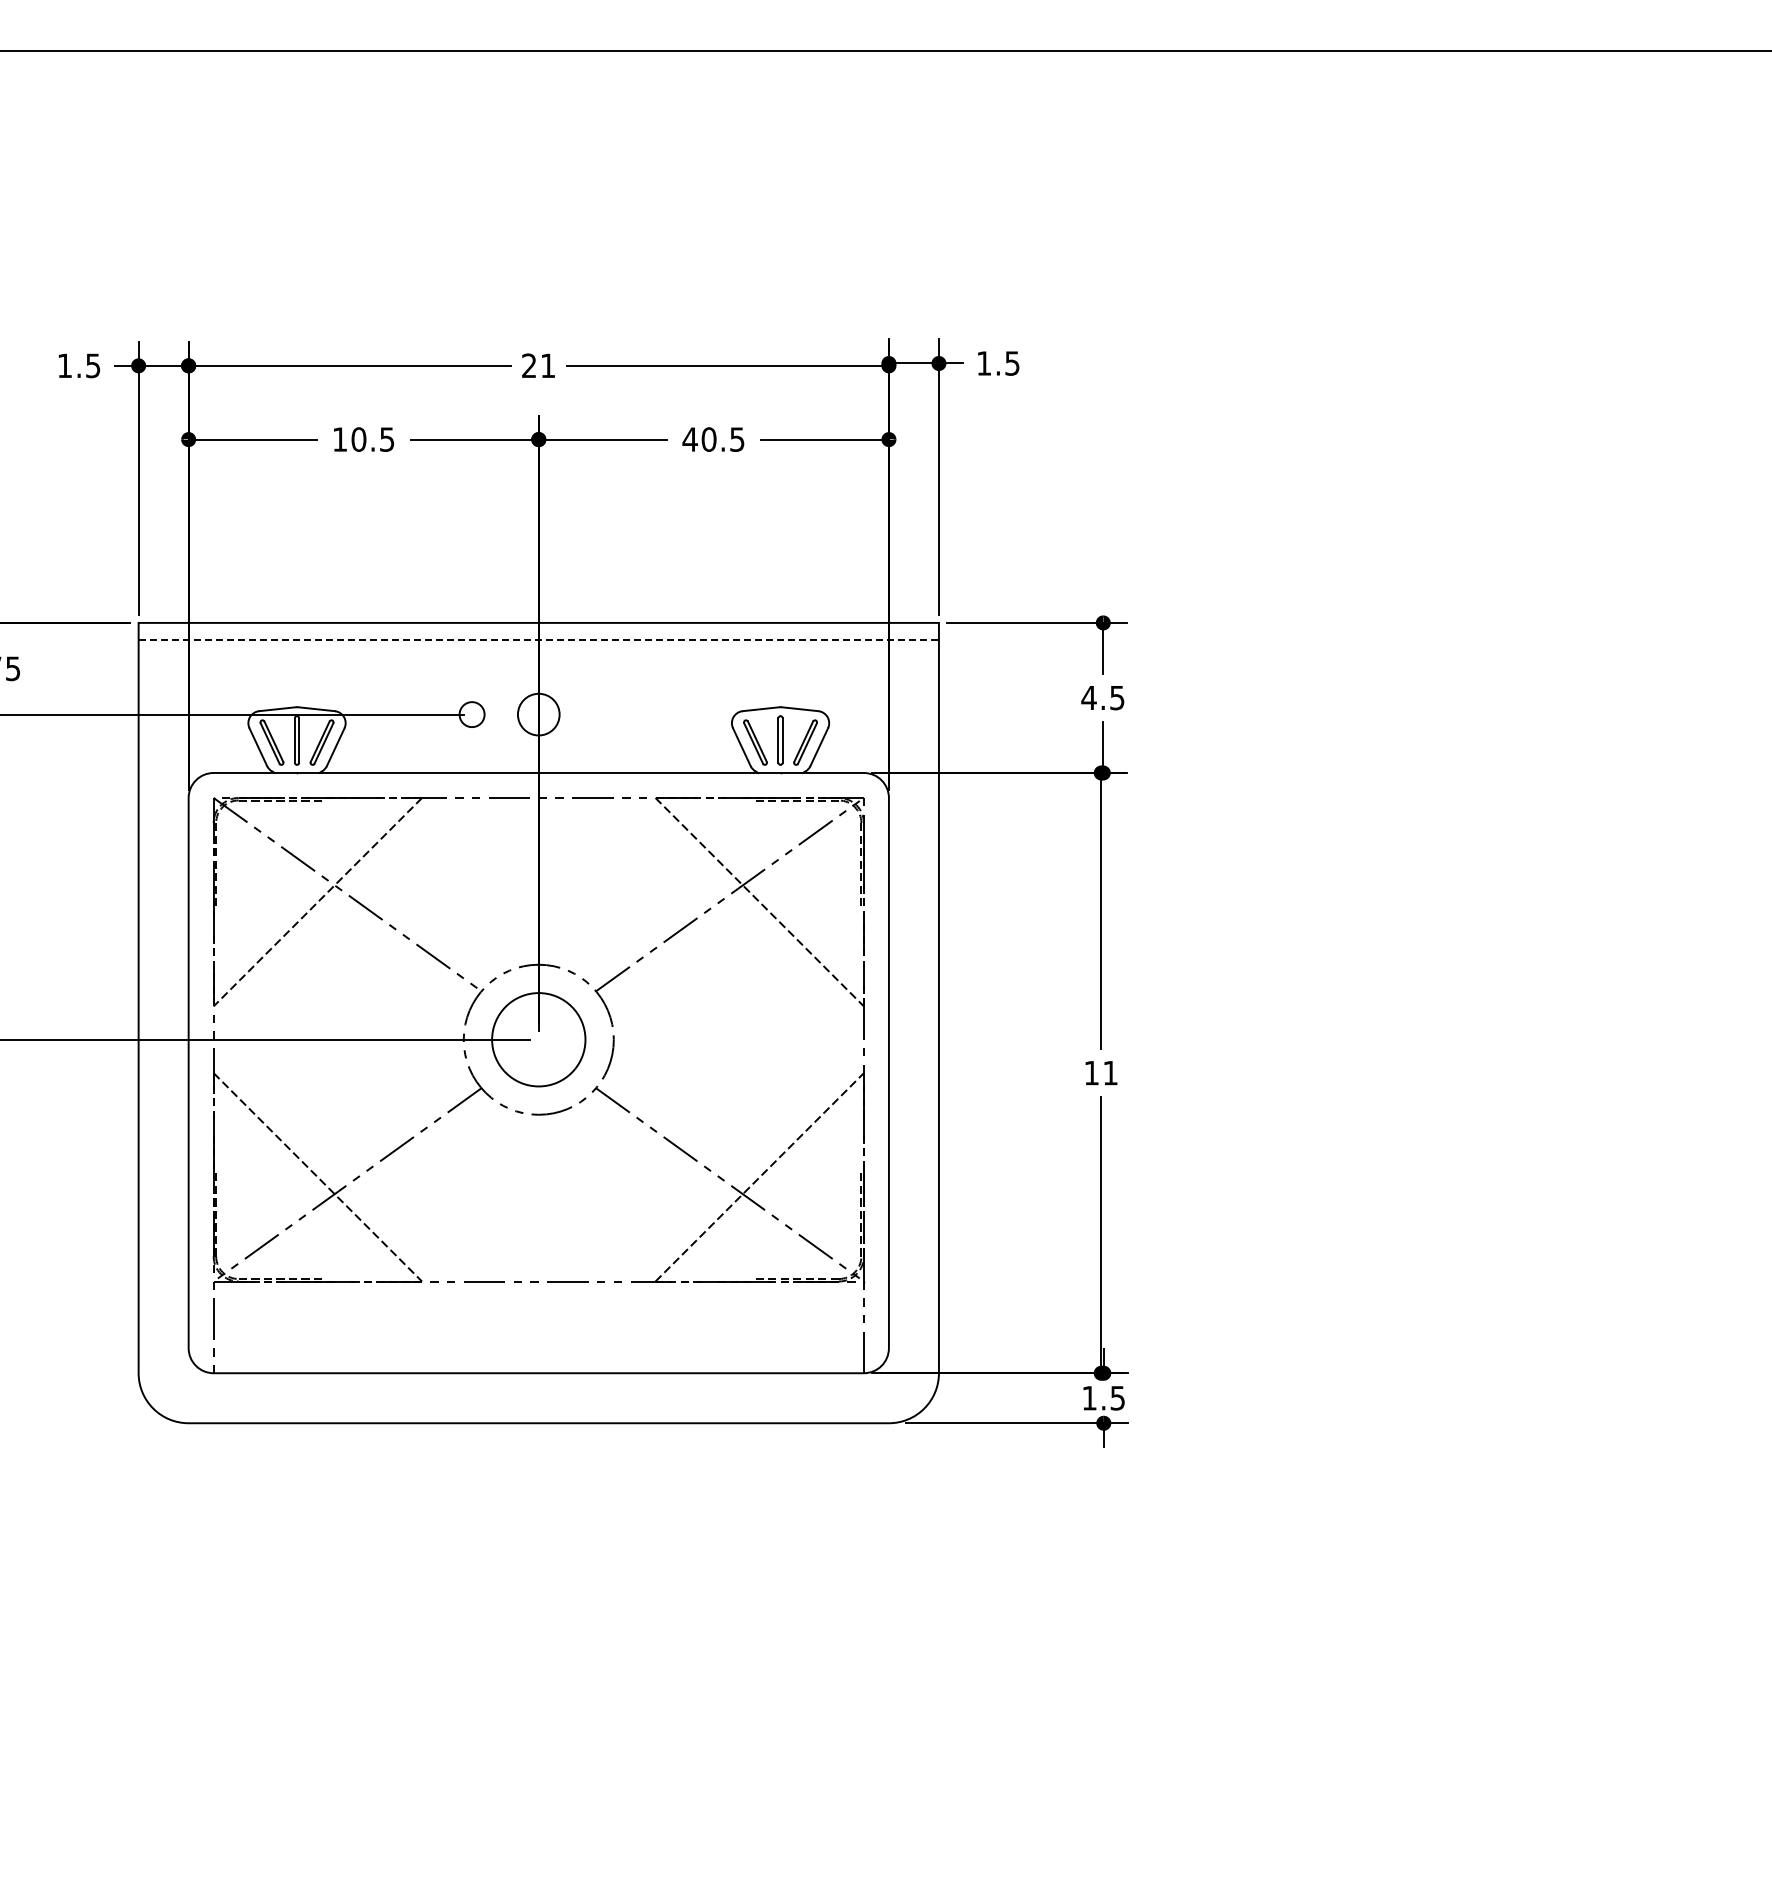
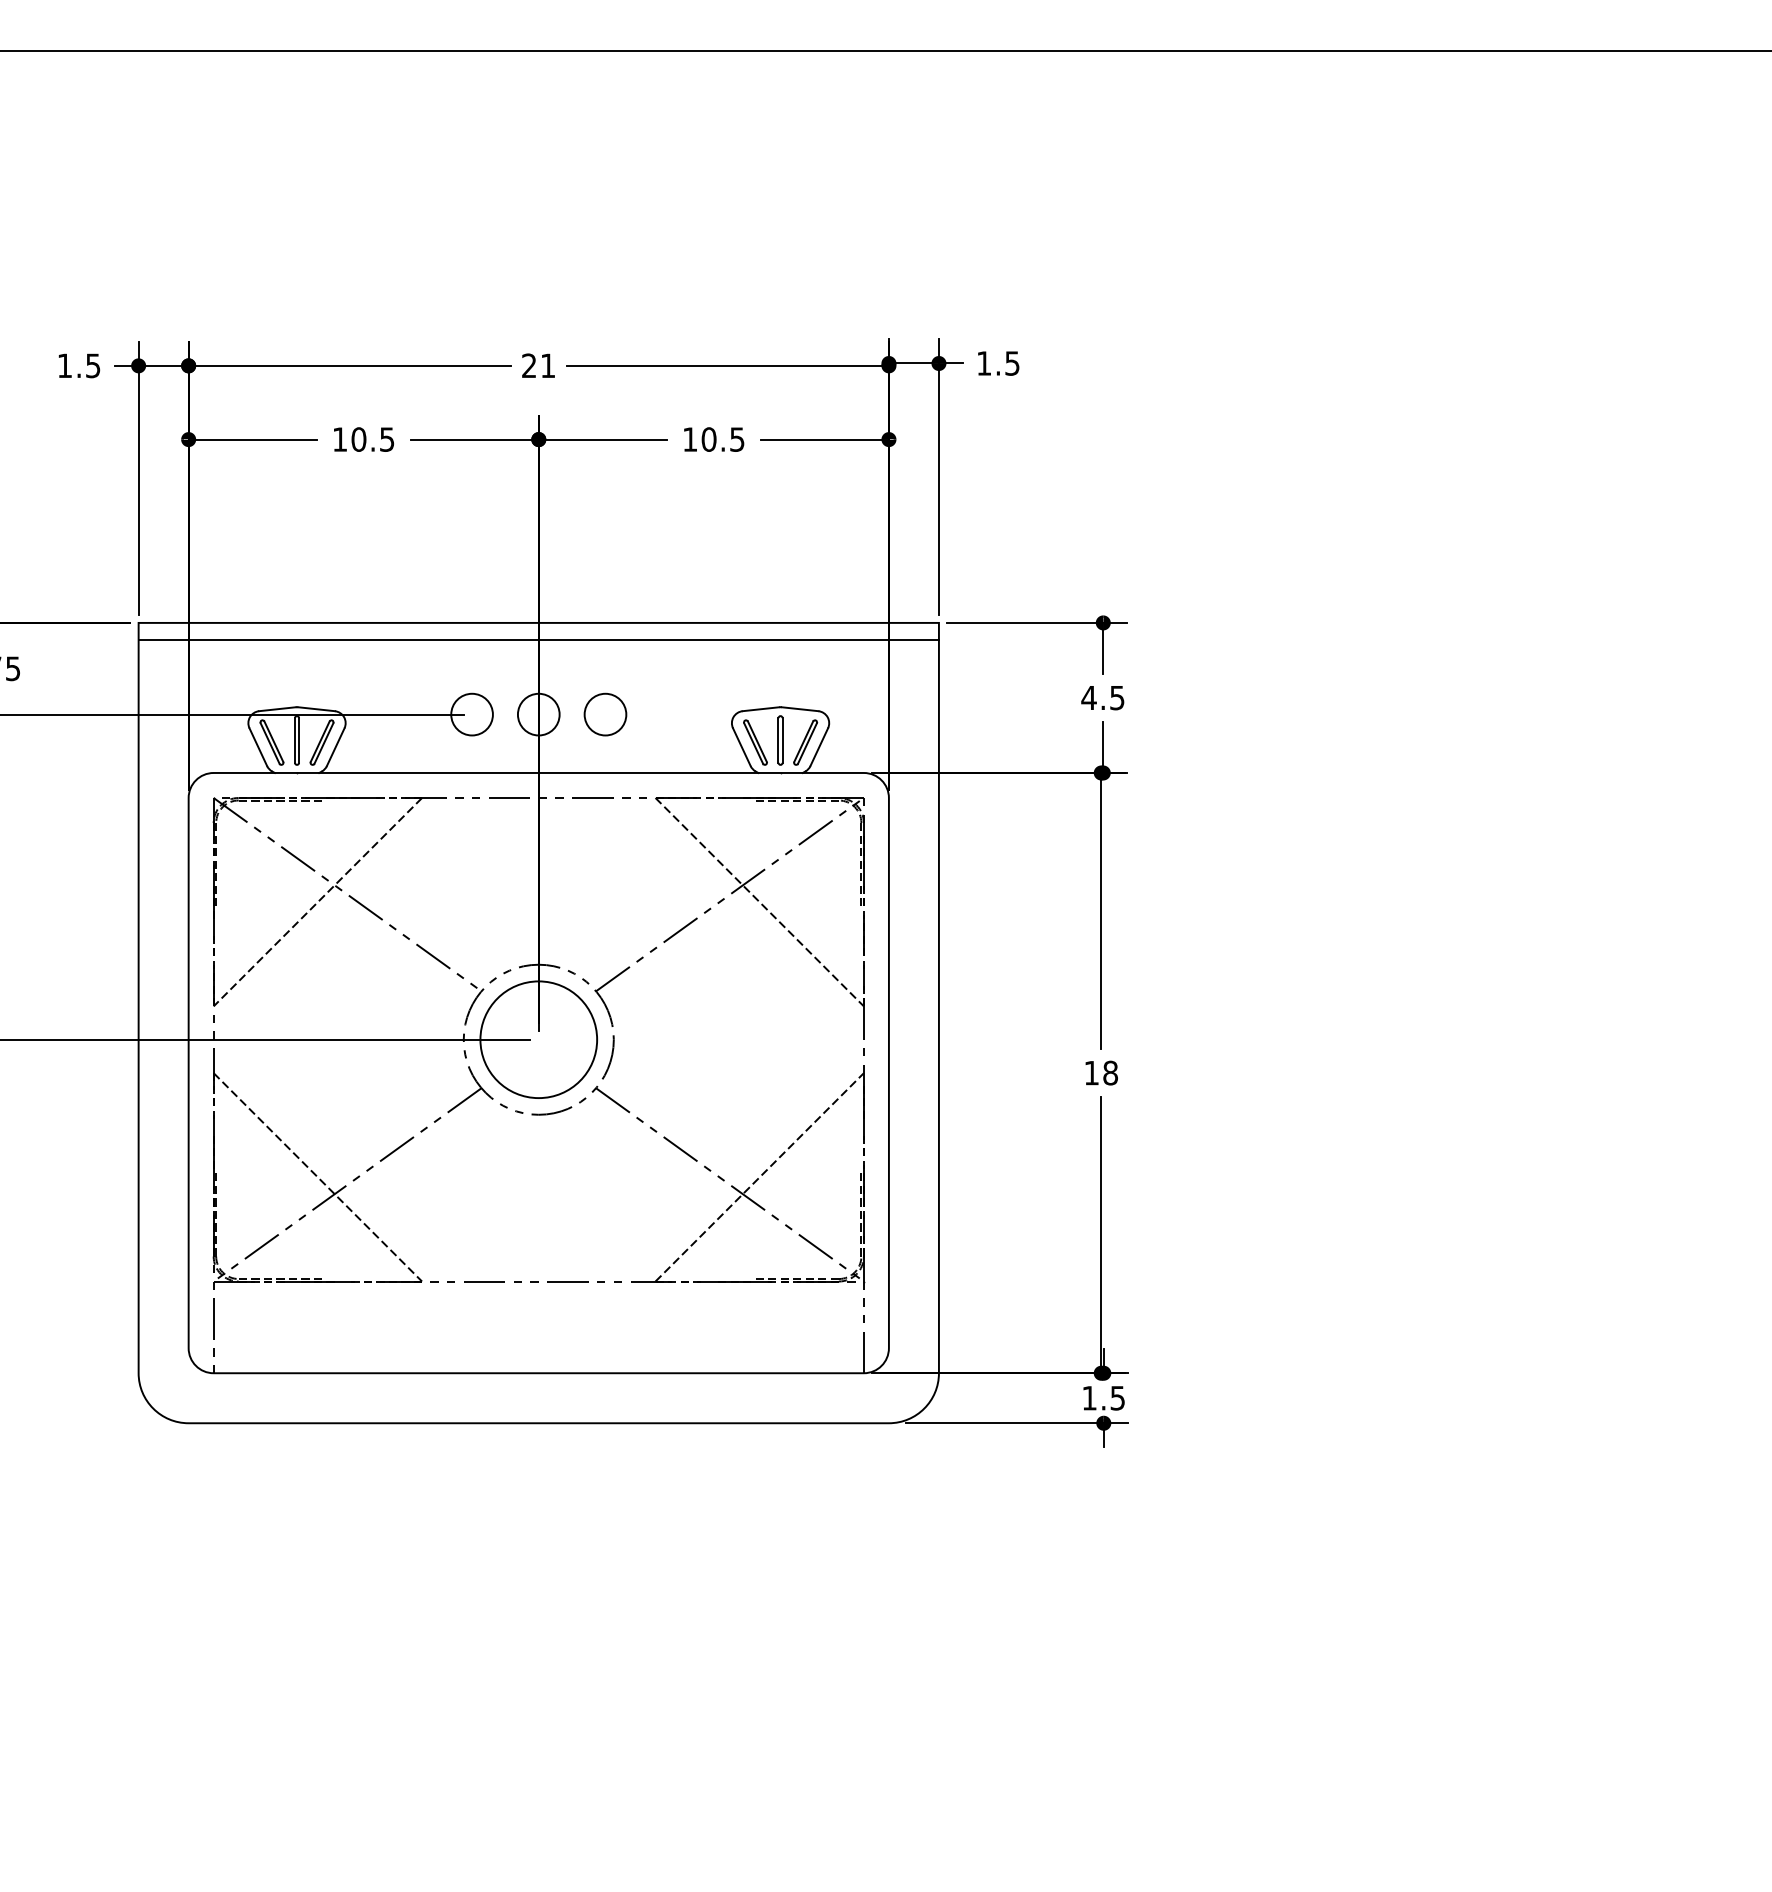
text at (689, 439): 40.5 -> 10.5
line at (539, 639): dashed -> solid
circle at (471, 714) diameter: 25 px -> 42 px
circle at (605, 714): none -> present
circle at (538, 1039) diameter: 93 px -> 117 px
text at (1110, 1072): 11 -> 18
